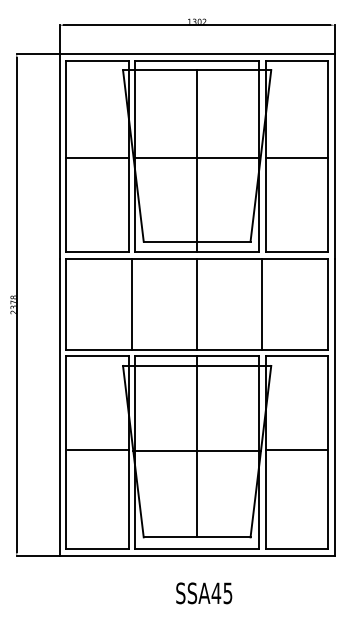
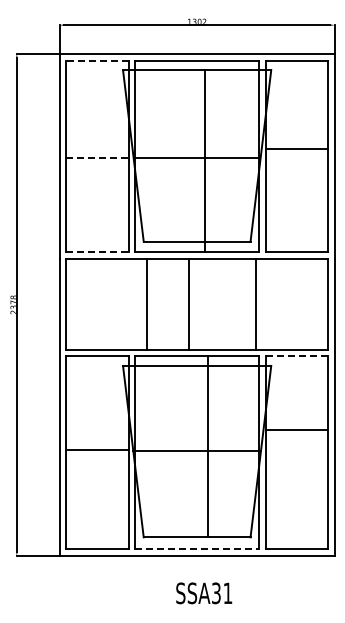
line at (97, 60): solid -> dashed
line at (98, 158): solid -> dashed
line at (296, 158) position: (296, 158) -> (296, 149)
line at (196, 161) position: (196, 161) -> (204, 161)
line at (98, 252): solid -> dashed
line at (131, 303) position: (131, 303) -> (146, 303)
line at (196, 303) position: (196, 303) -> (188, 303)
line at (262, 303) position: (262, 303) -> (256, 303)
line at (297, 356): solid -> dashed
line at (196, 446) position: (196, 446) -> (207, 446)
line at (295, 450) position: (295, 450) -> (295, 430)
line at (197, 549): solid -> dashed
text at (221, 593): SSA45 -> SSA31
